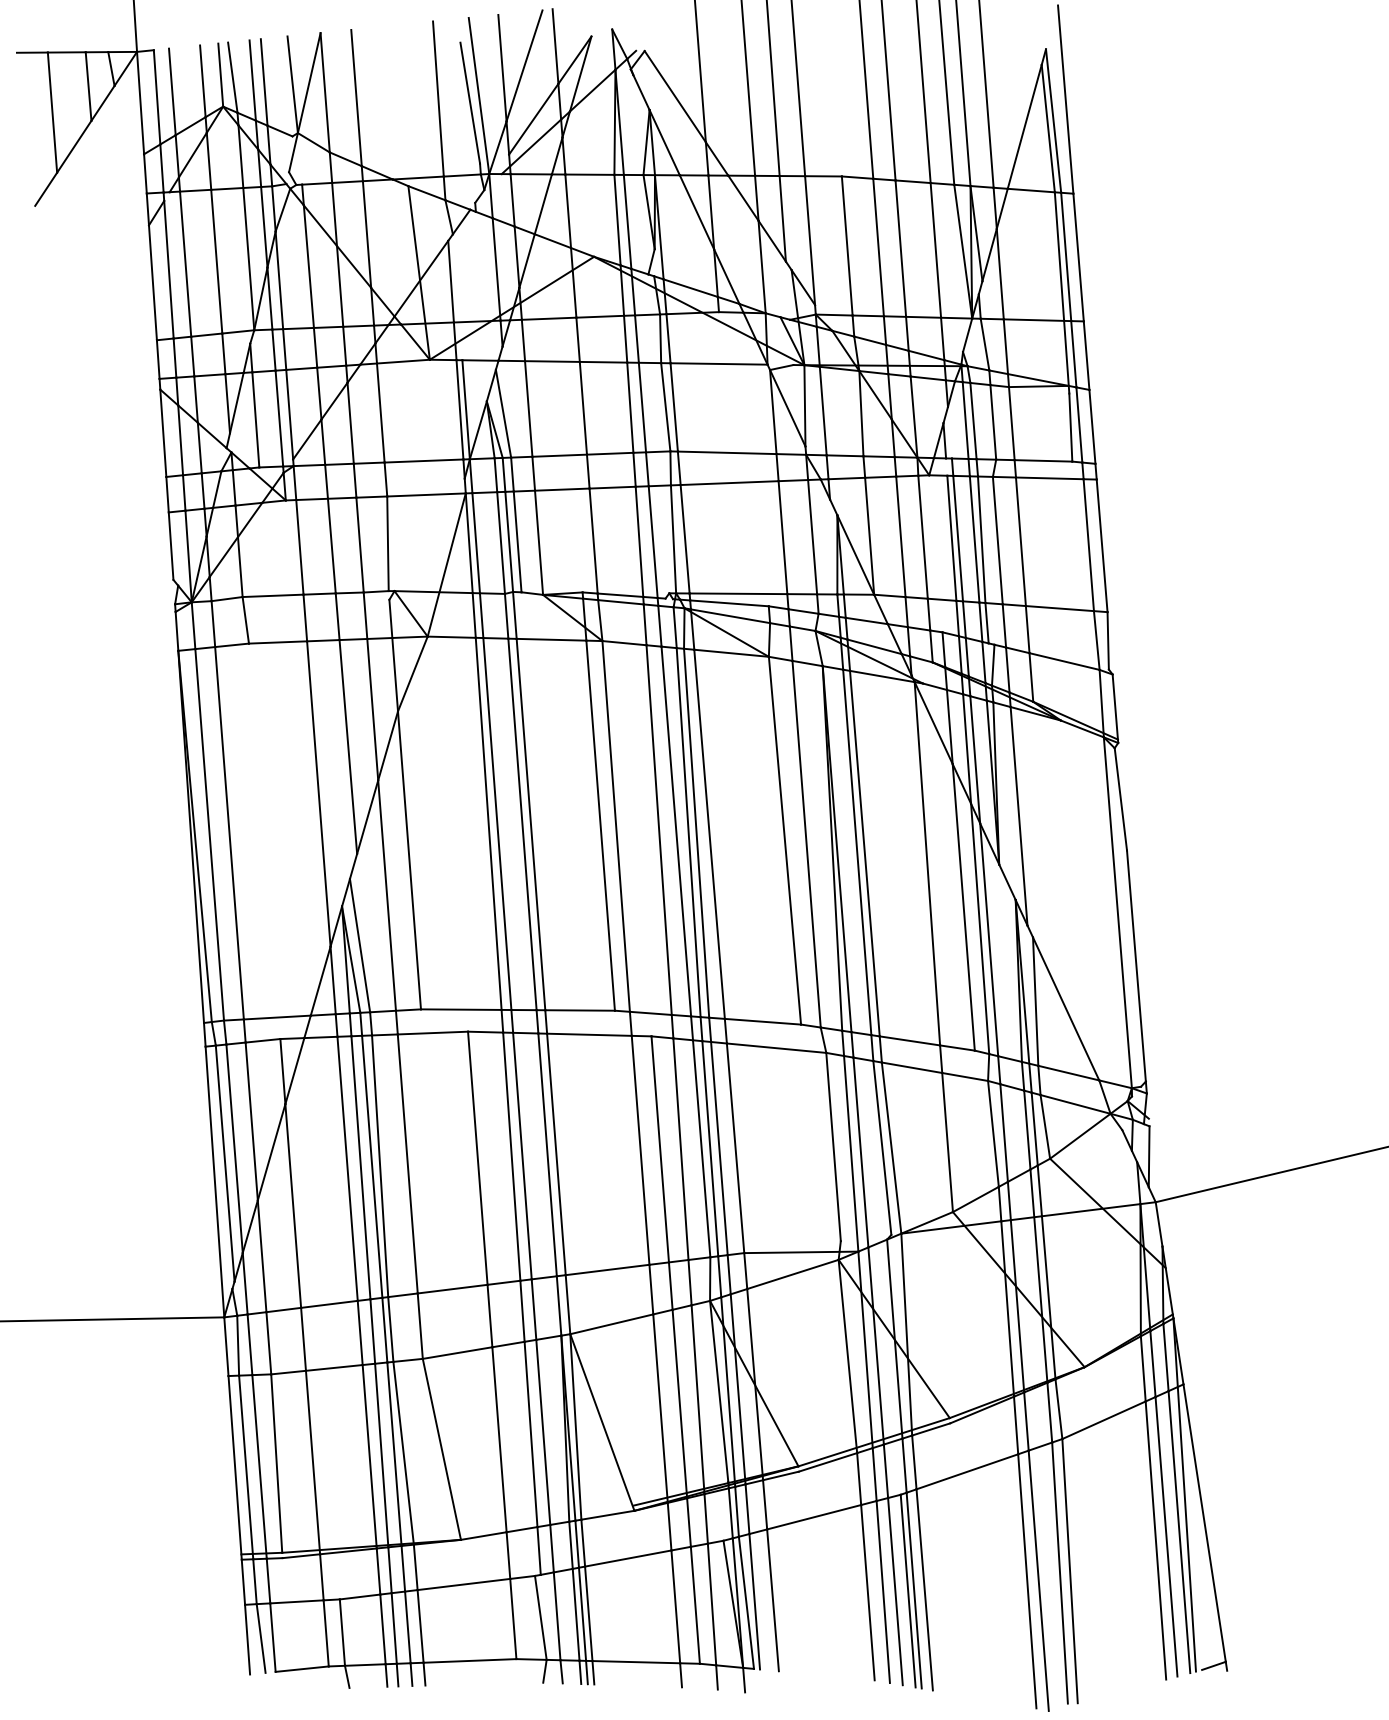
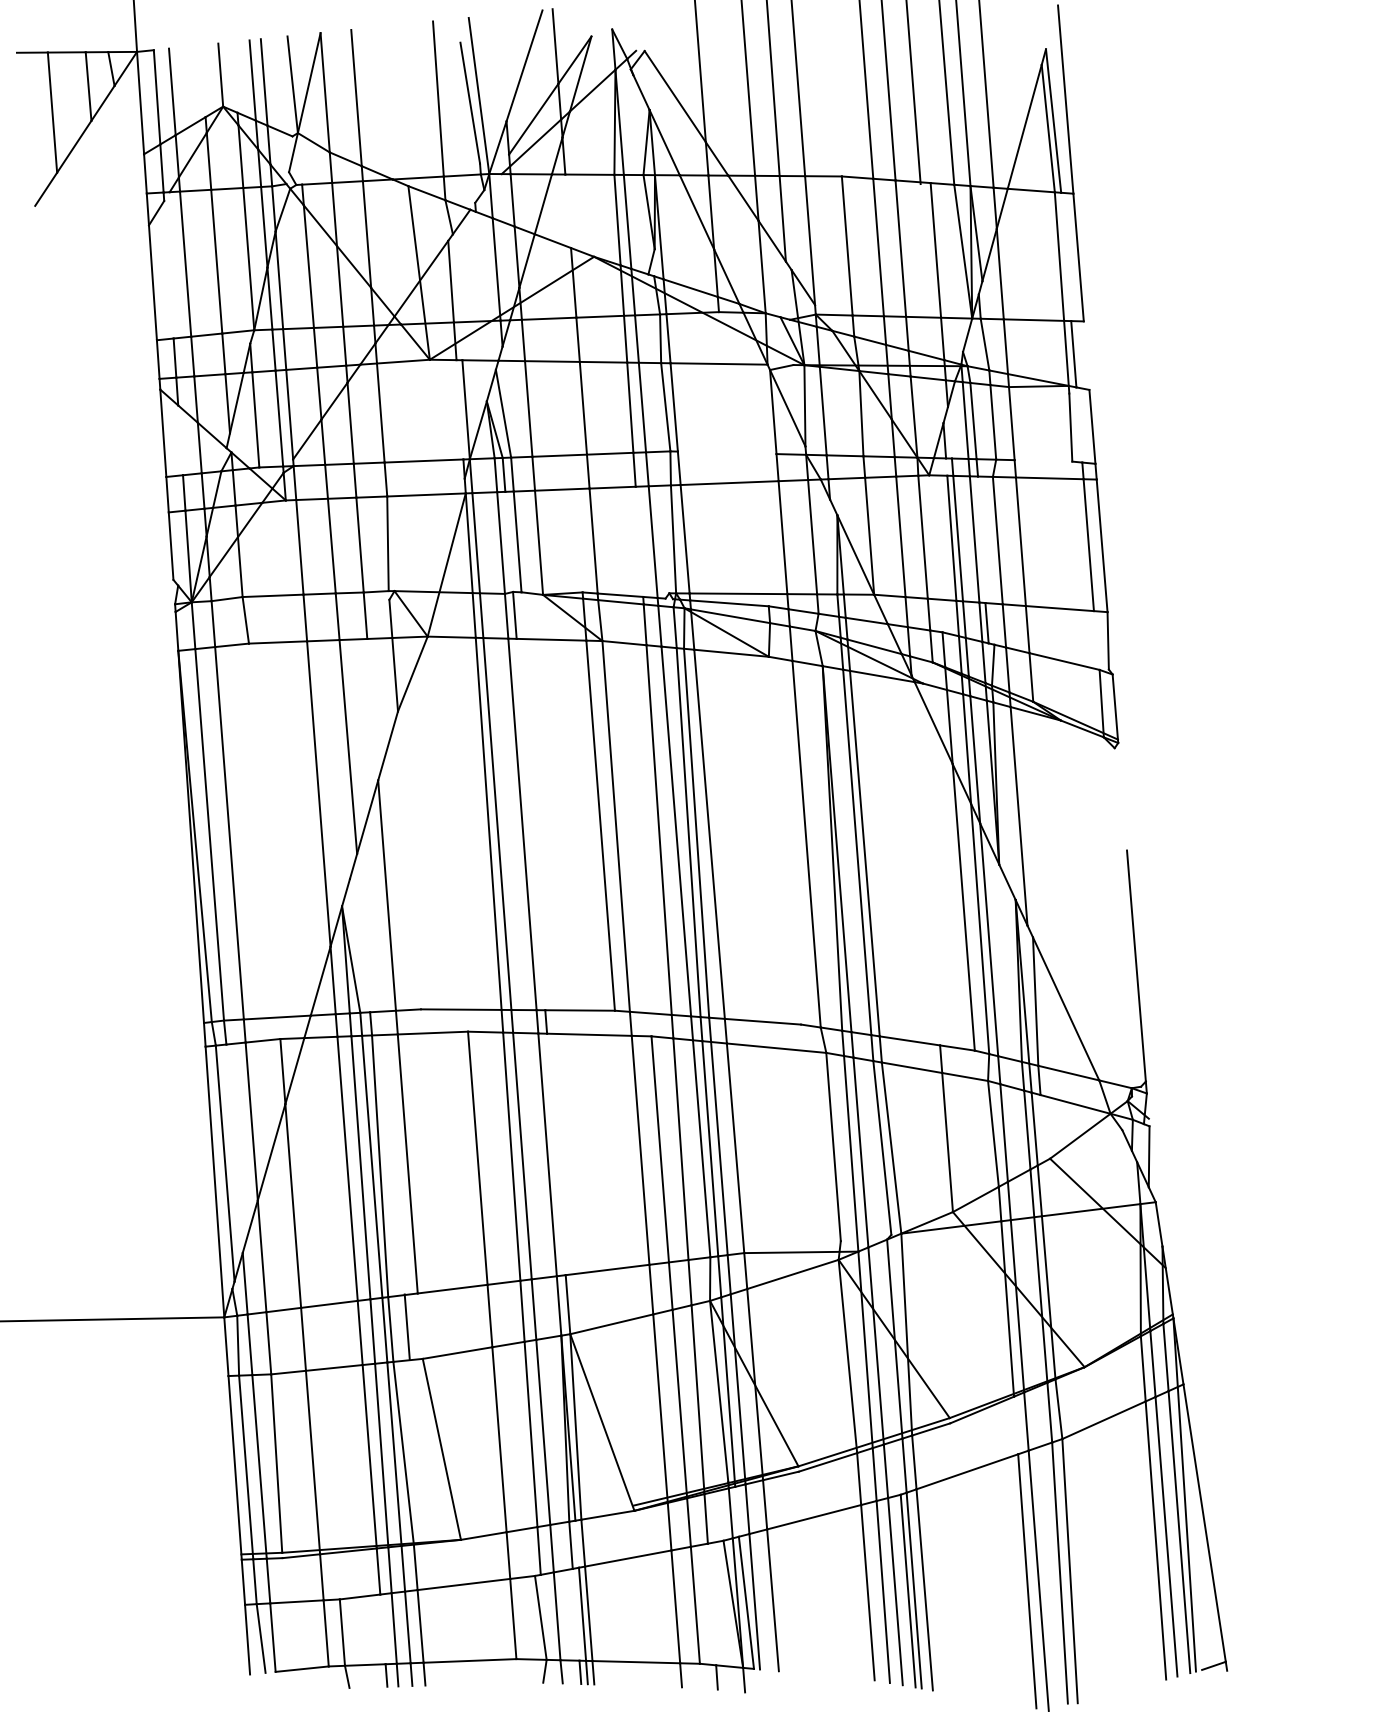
line at (502, 67): present -> none
line at (232, 77): present -> none
line at (202, 81): present -> none
line at (923, 92) position: (923, 92) -> (913, 93)
line at (568, 211): present -> none
line at (1066, 256): present -> none
line at (168, 269): present -> none
line at (1086, 355): present -> none
line at (459, 409): present -> none
line at (1079, 424): present -> none
line at (180, 440): present -> none
line at (726, 452): present -> none
line at (1043, 460): present -> none
line at (981, 539): present -> none
line at (509, 541): present -> none
line at (639, 541): present -> none
line at (1096, 640): present -> none
line at (372, 709): present -> none
line at (1120, 799): present -> none
line at (530, 824): present -> none
line at (784, 840): present -> none
line at (409, 860): present -> none
line at (927, 863): present -> none
line at (1117, 912): present -> none
line at (359, 945): present -> none
line at (1045, 1126): present -> none
line at (234, 1148): present -> none
line at (556, 1154): present -> none
line at (1270, 1174): present -> none
line at (419, 1325) position: (419, 1325) -> (406, 1326)
line at (1016, 1425): present -> none
line at (736, 1511): present -> none
line at (576, 1543): present -> none
line at (711, 1604): present -> none
line at (575, 1614): present -> none
line at (382, 1629): present -> none
